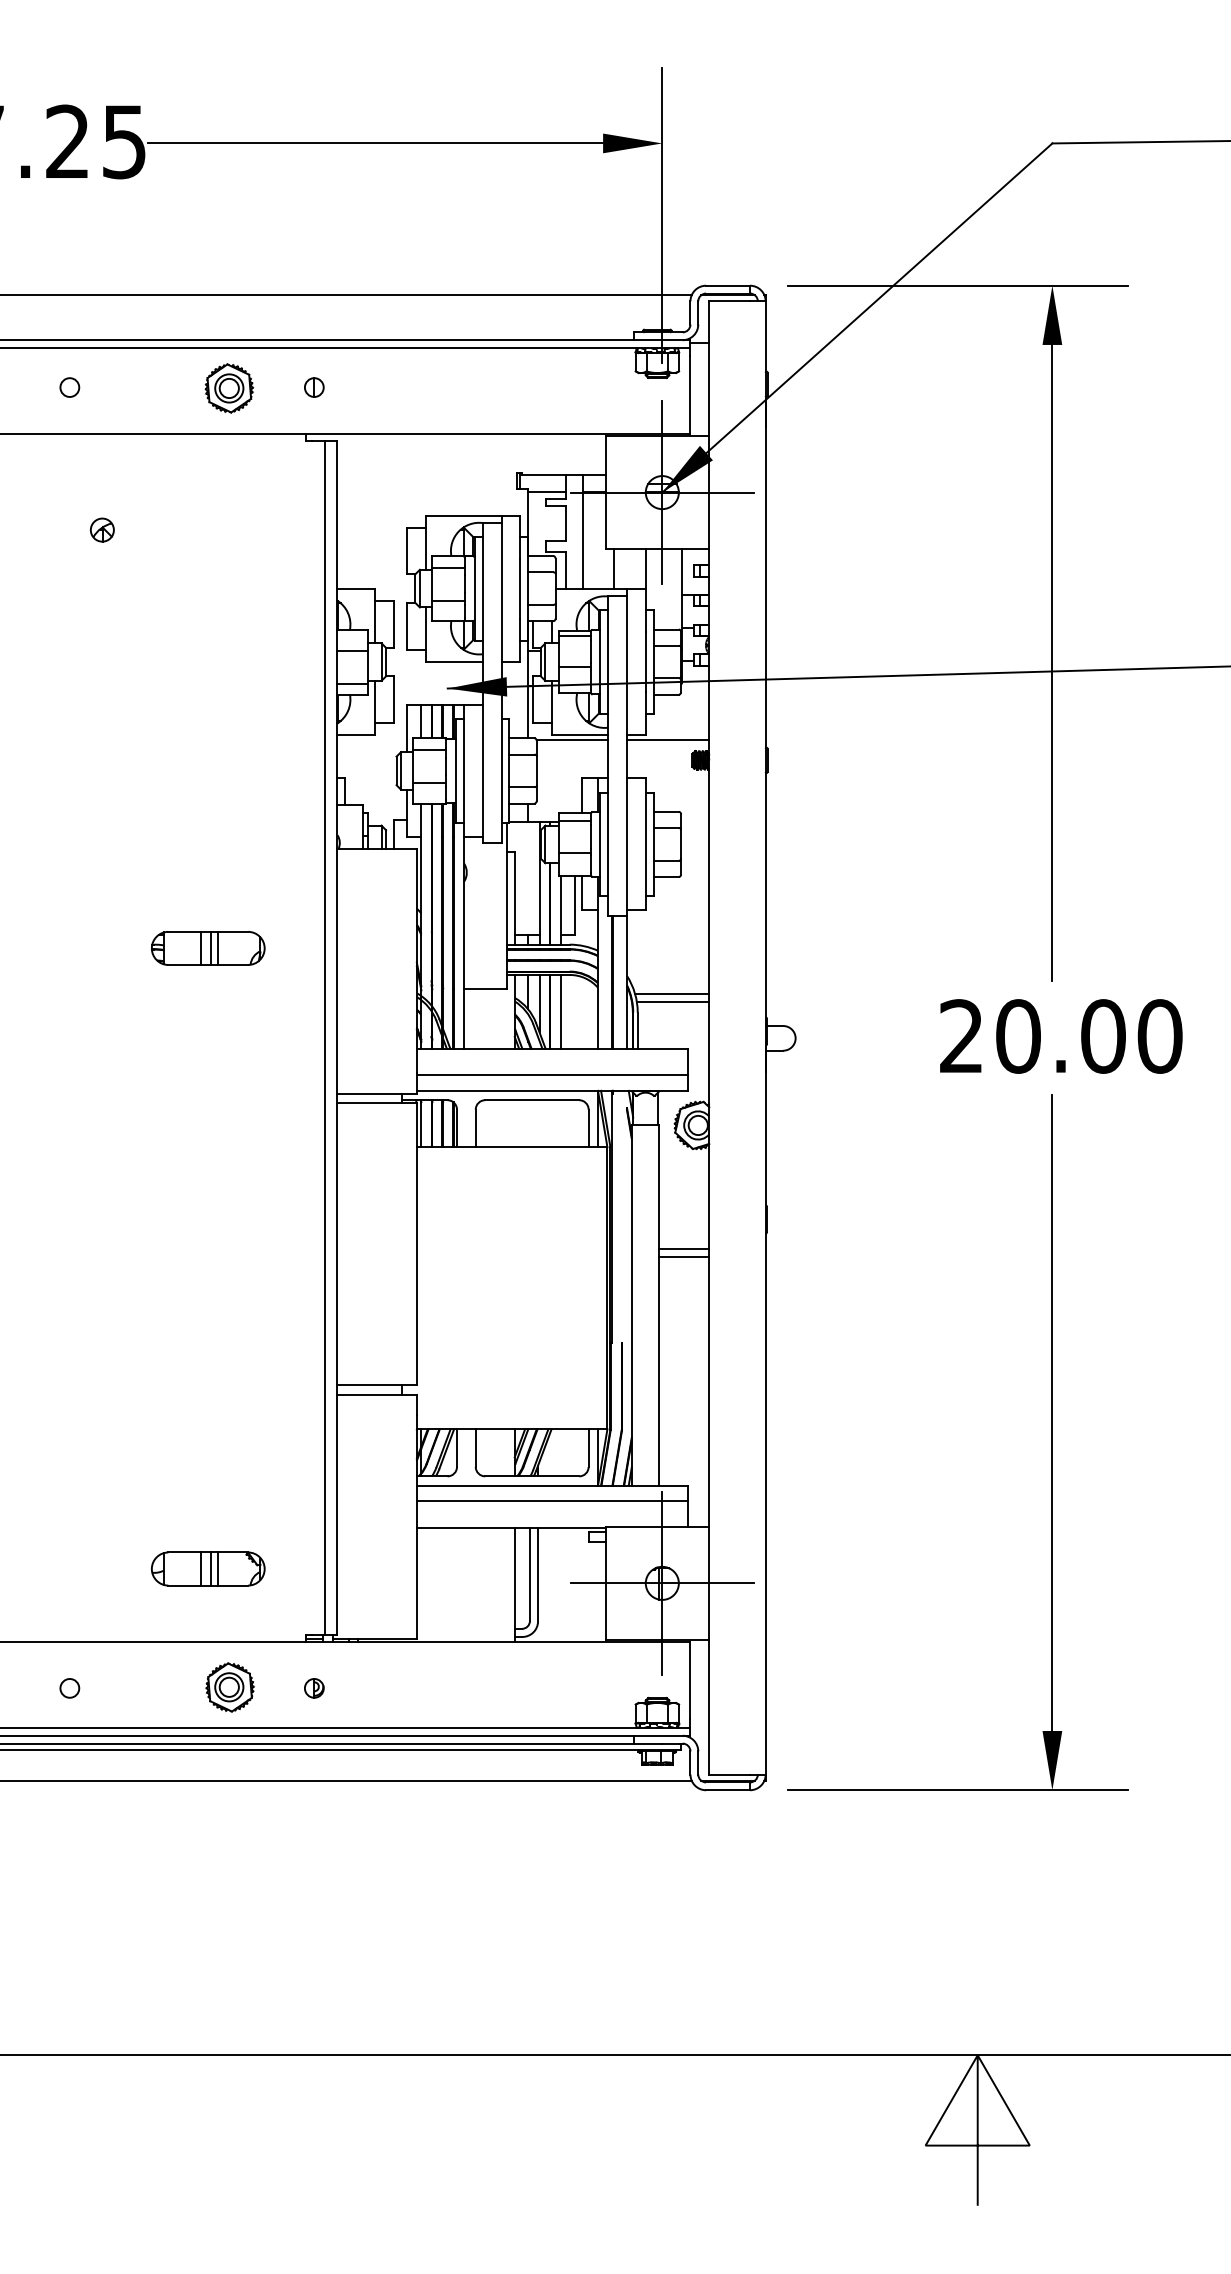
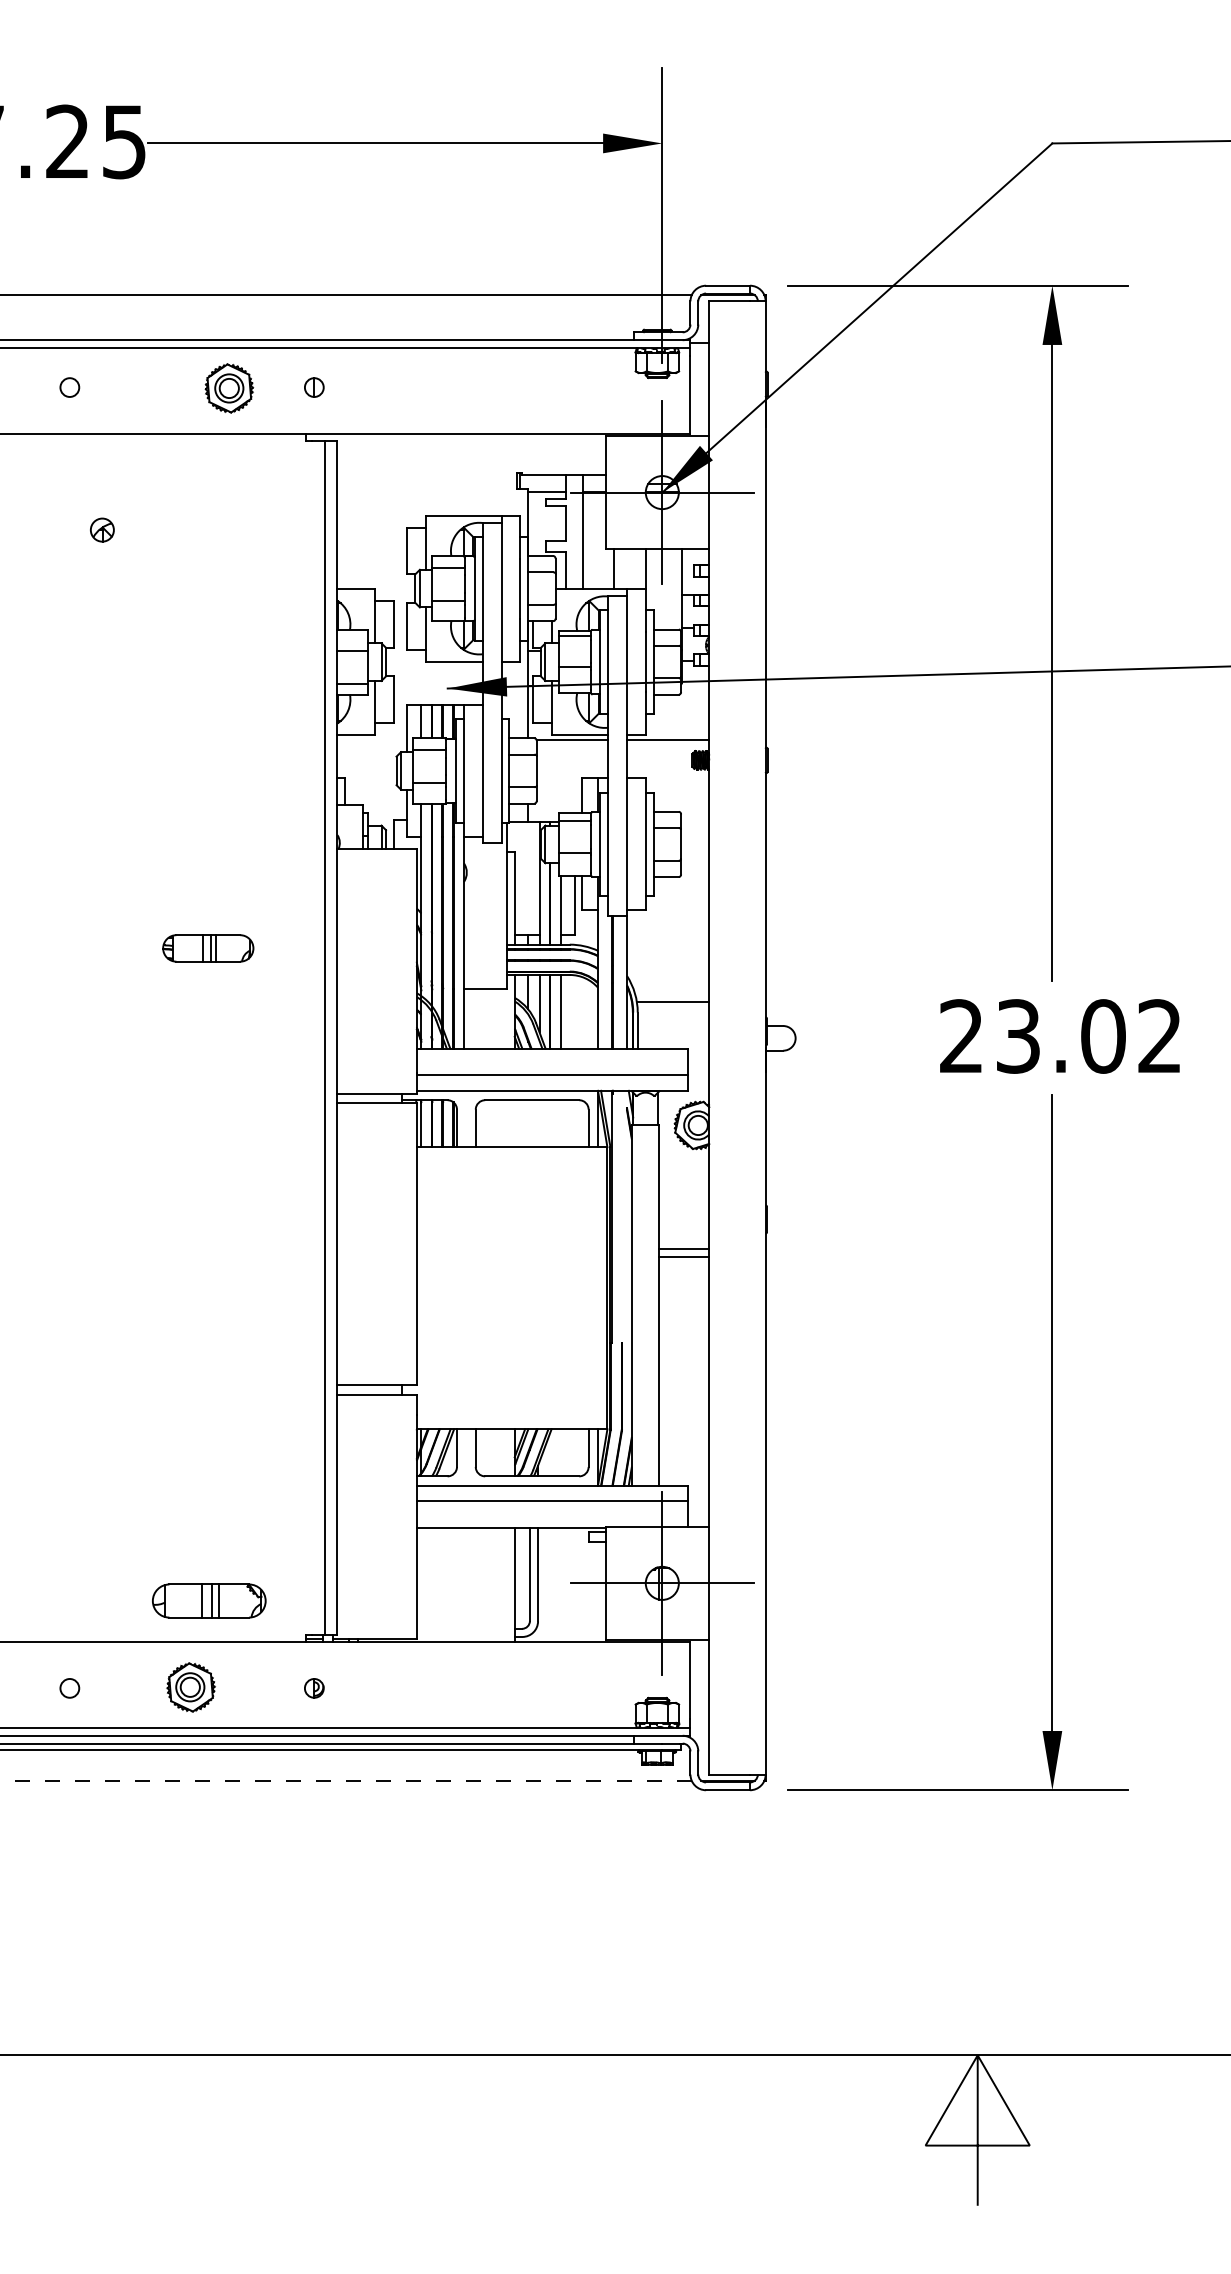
part at (208, 948) size: 115x35 px -> 93x29 px
line at (672, 993): present -> none
text at (1089, 1036): 20.00 -> 23.02
part at (208, 1568) position: (208, 1568) -> (209, 1600)
part at (229, 1687) position: (229, 1687) -> (190, 1687)
line at (345, 1780): solid -> dashed
